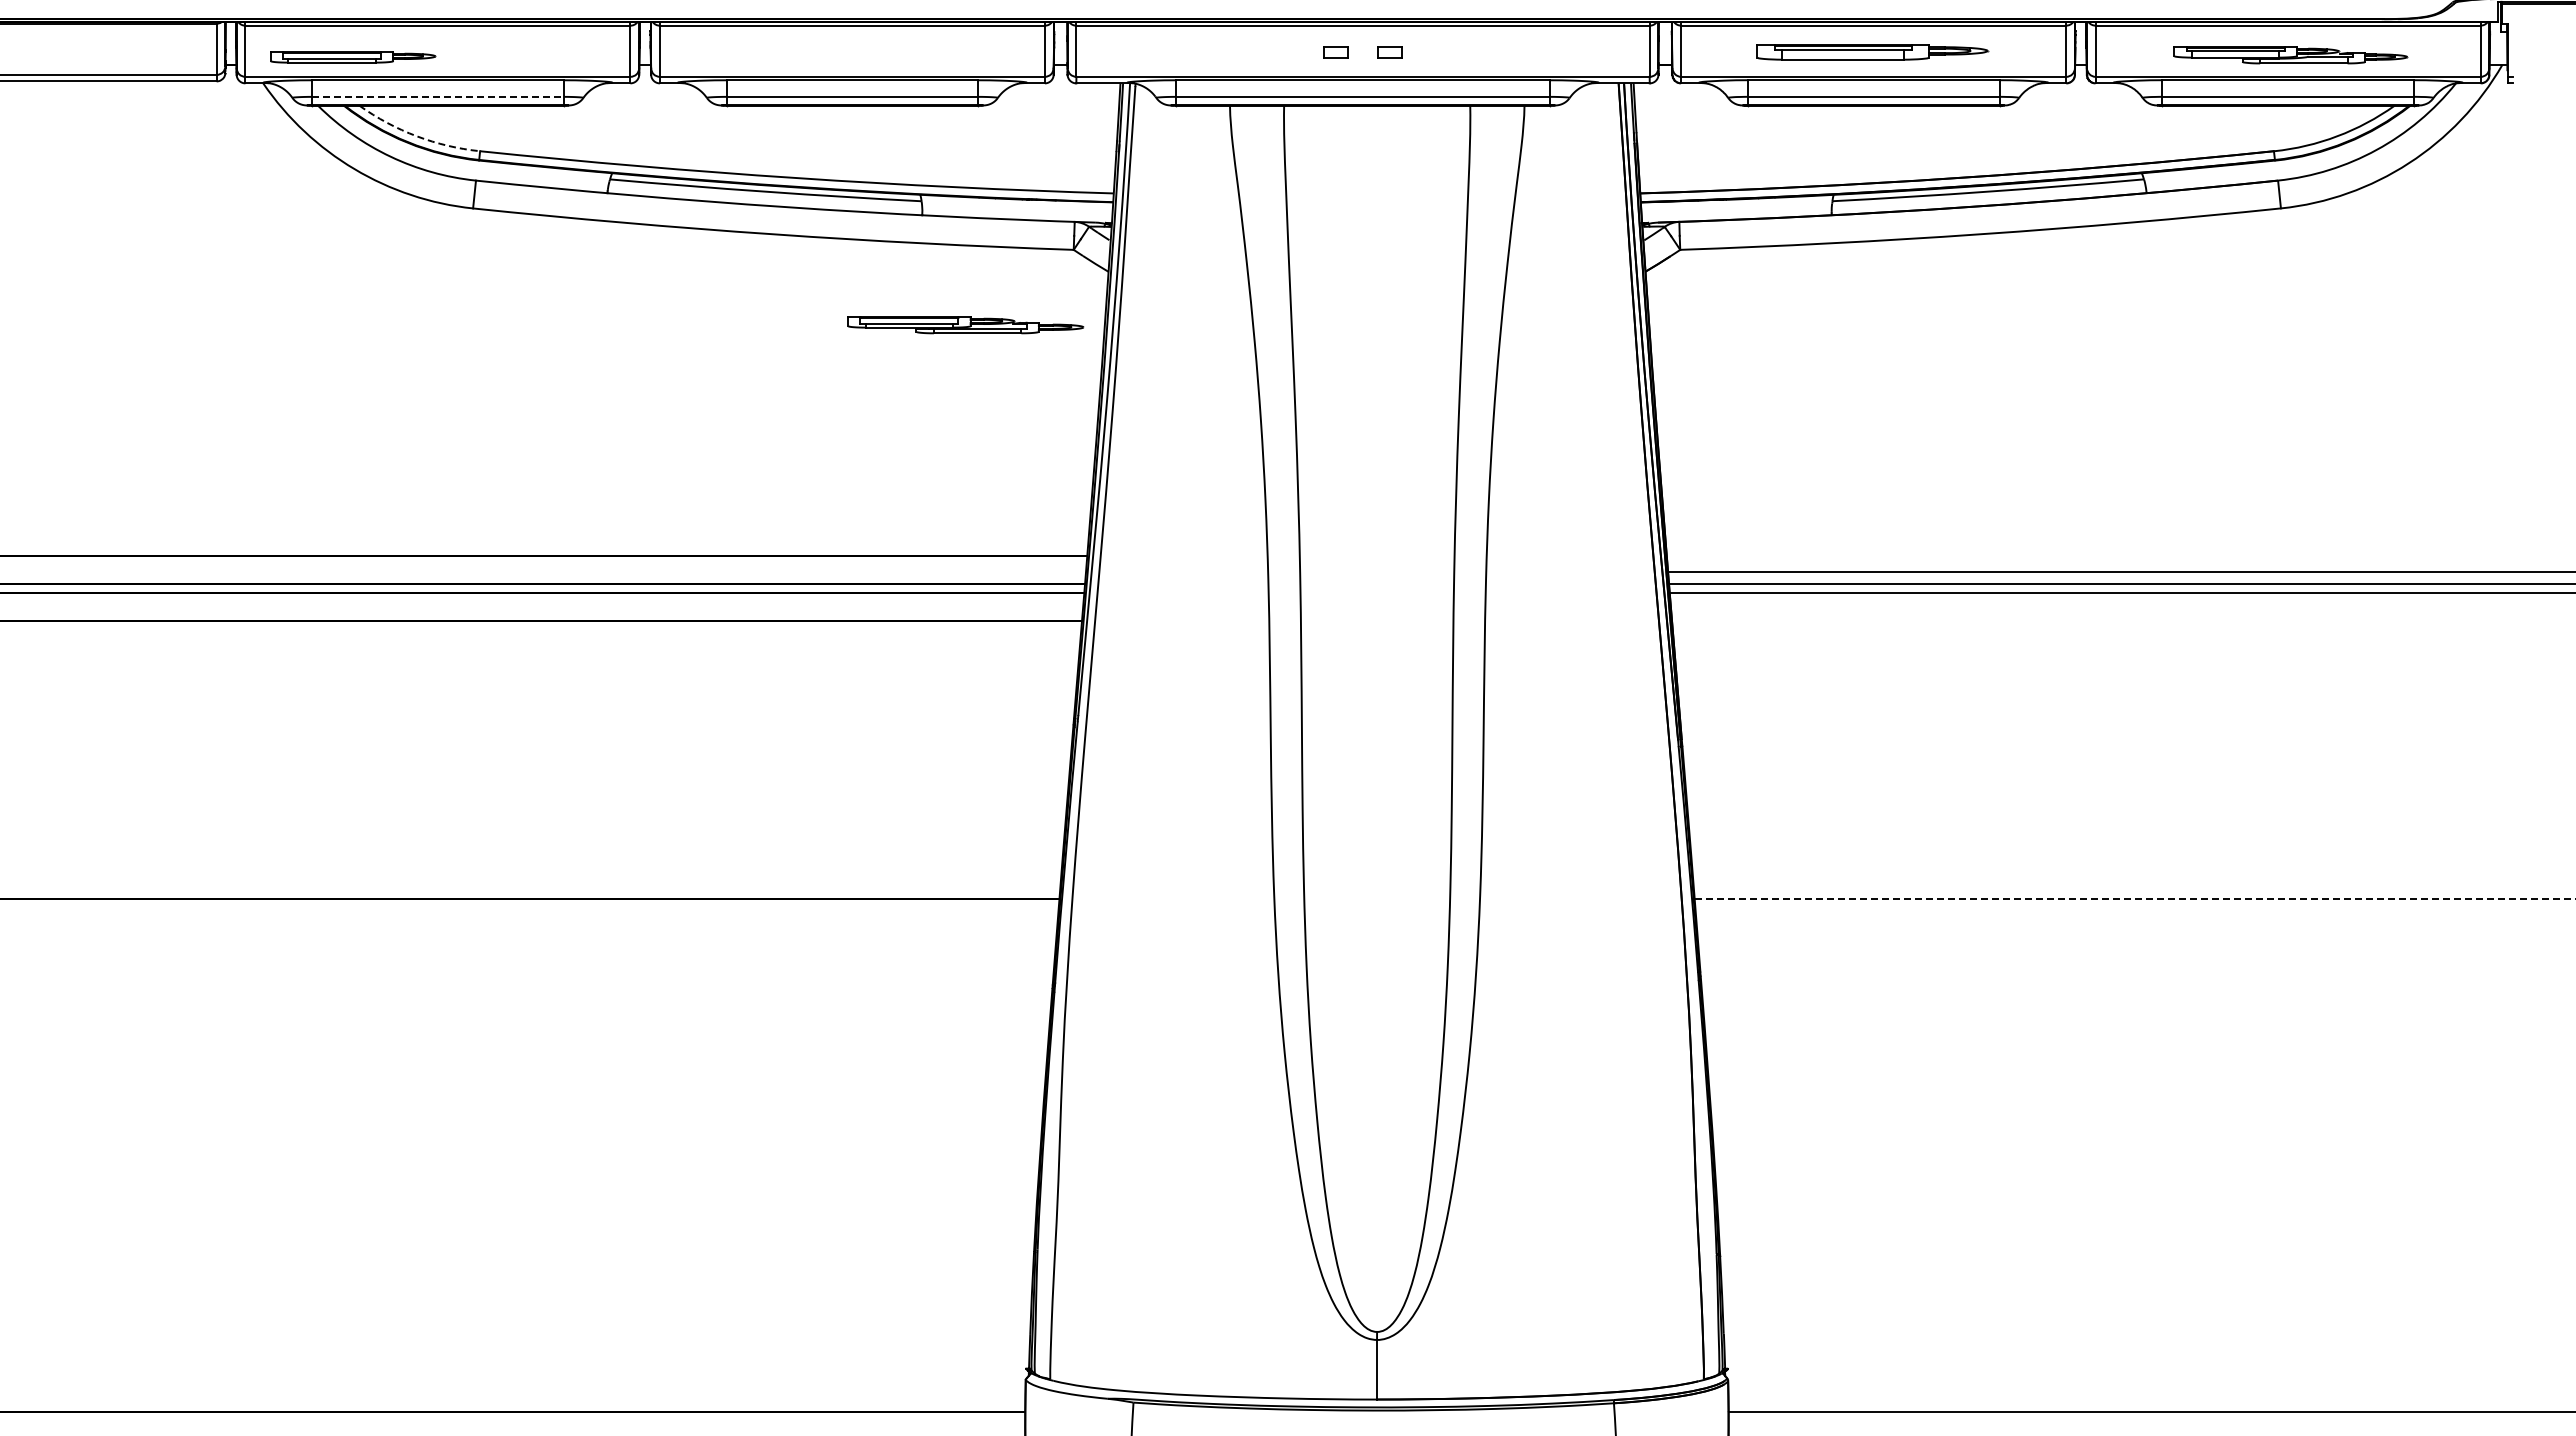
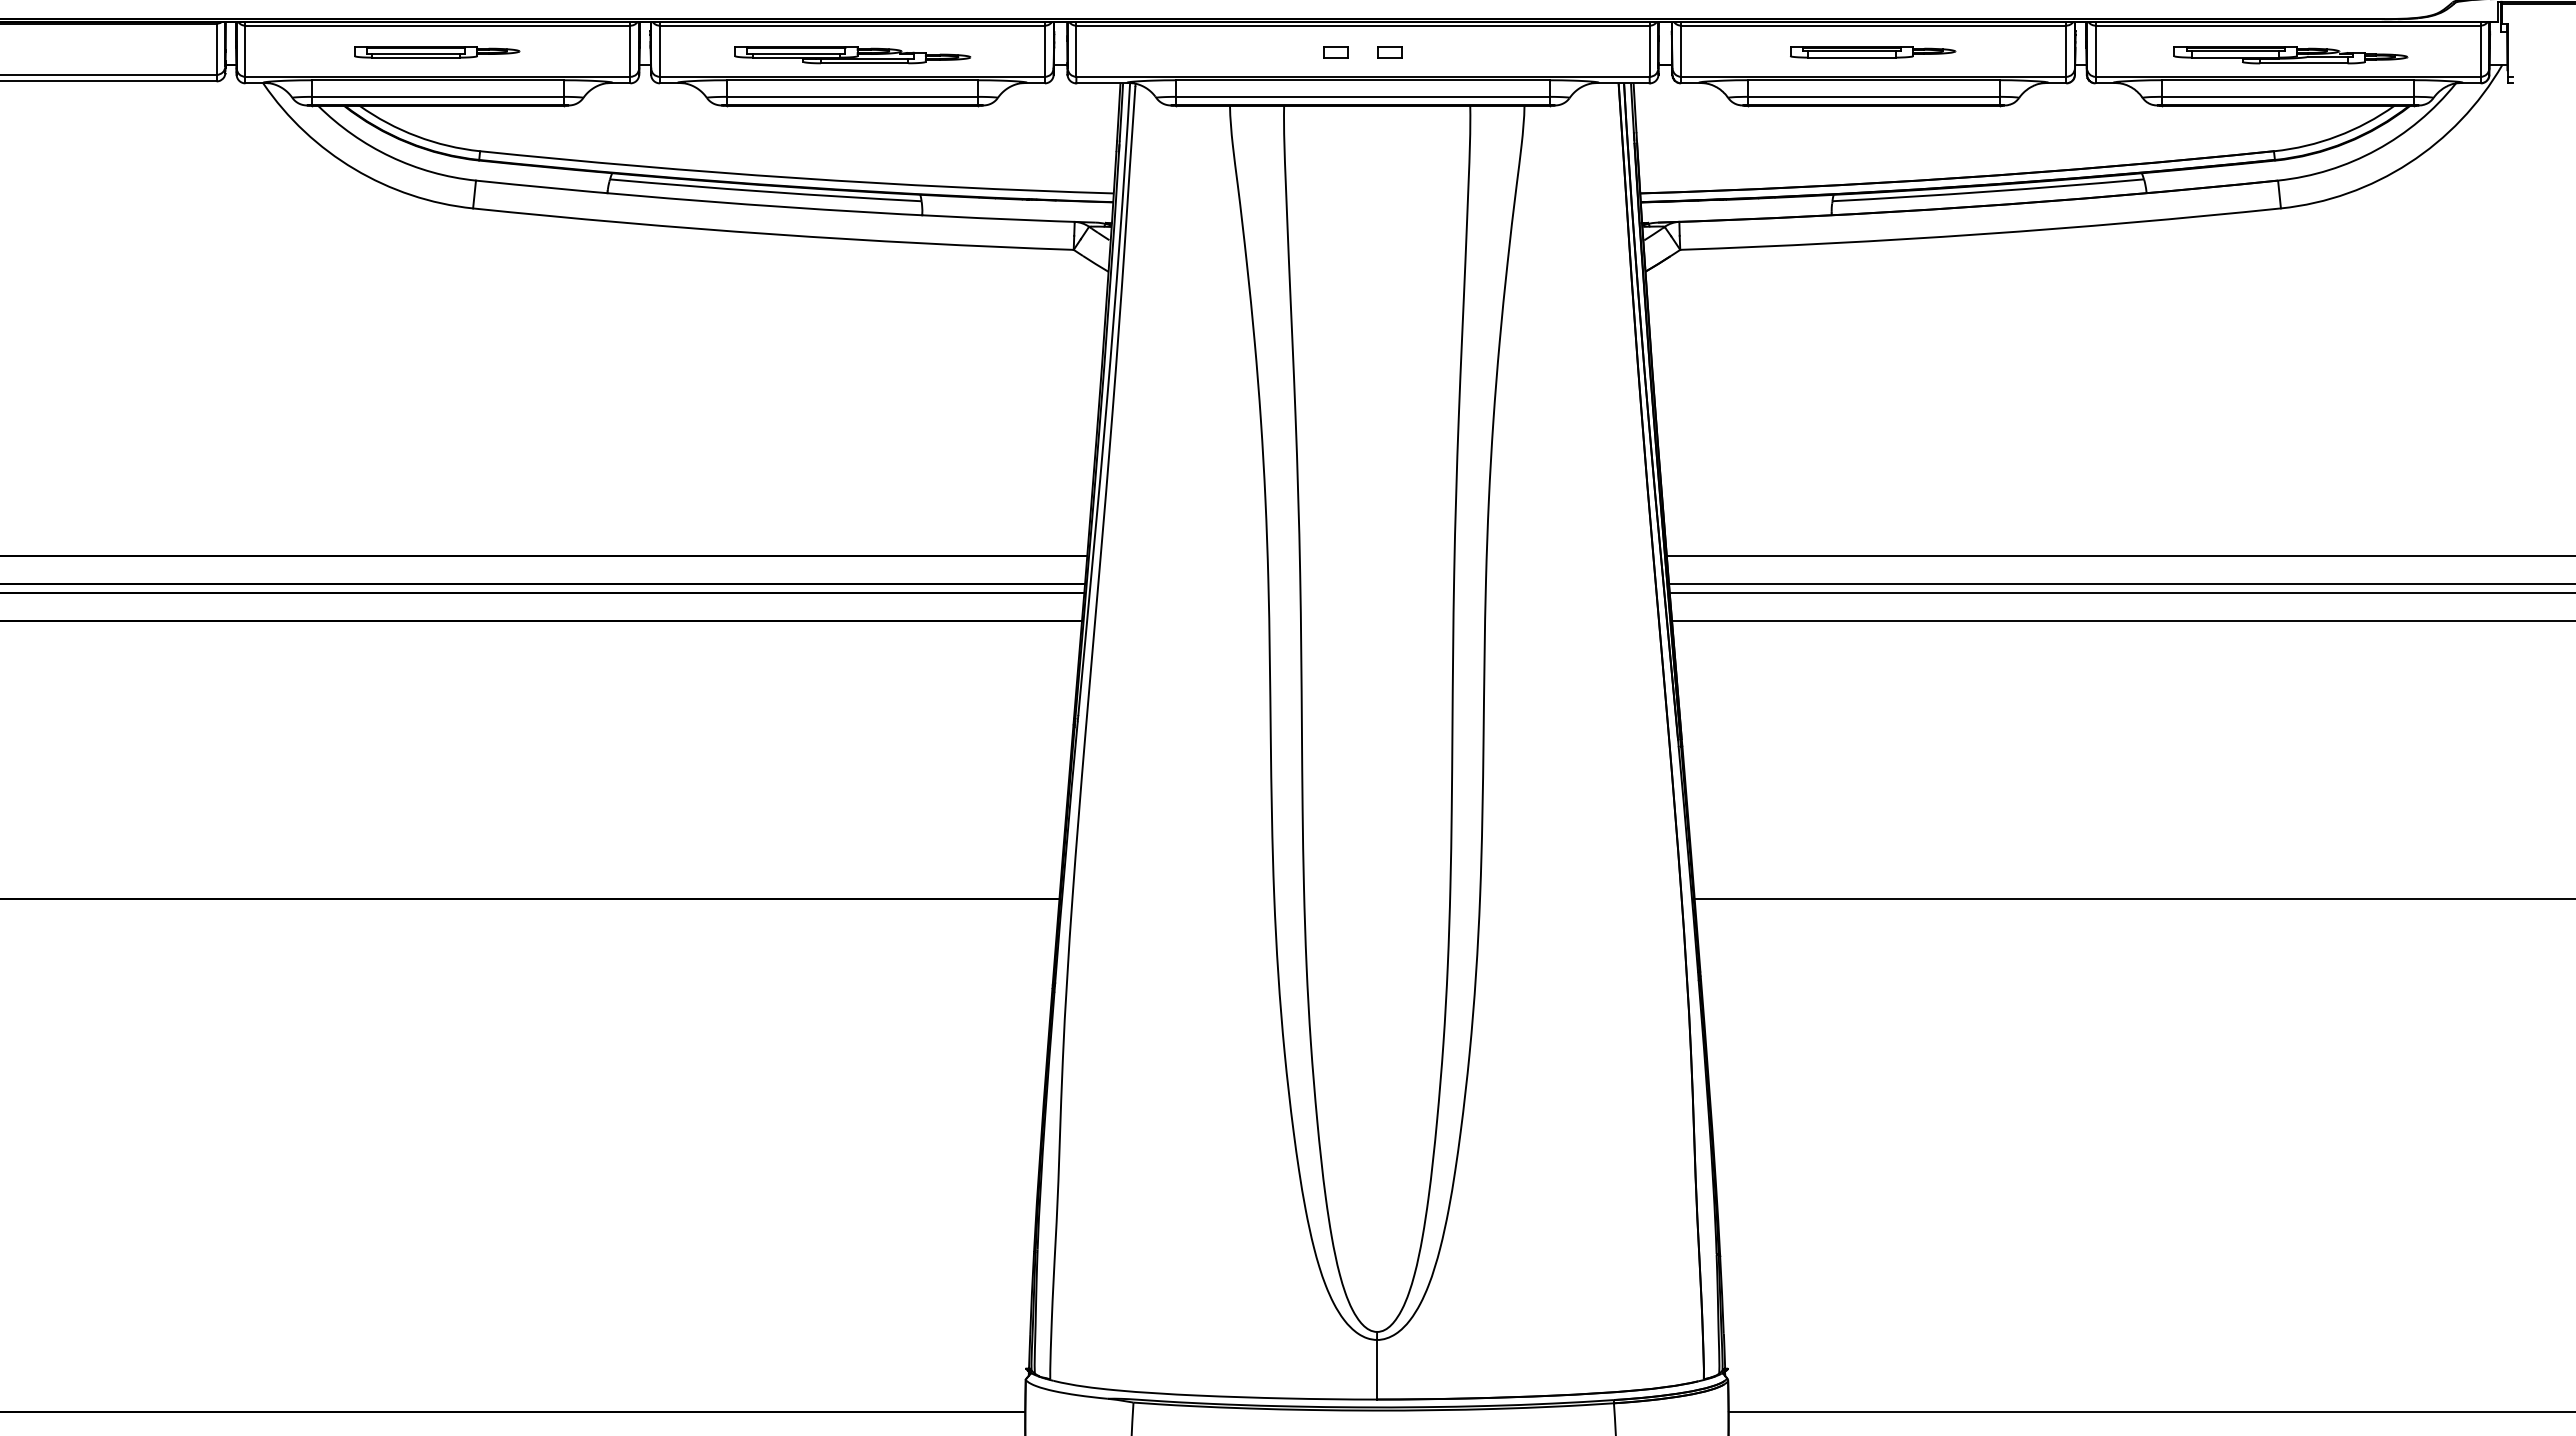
part at (1872, 52) size: 234x17 px -> 167x13 px
part at (353, 57) position: (353, 57) -> (437, 52)
line at (437, 96): dashed -> solid
arc at (416, 136): dashed -> solid
part at (965, 325) position: (965, 325) -> (852, 55)
line at (2119, 572) position: (2119, 572) -> (2119, 556)
line at (2122, 620): none -> present
line at (2135, 898): dashed -> solid
